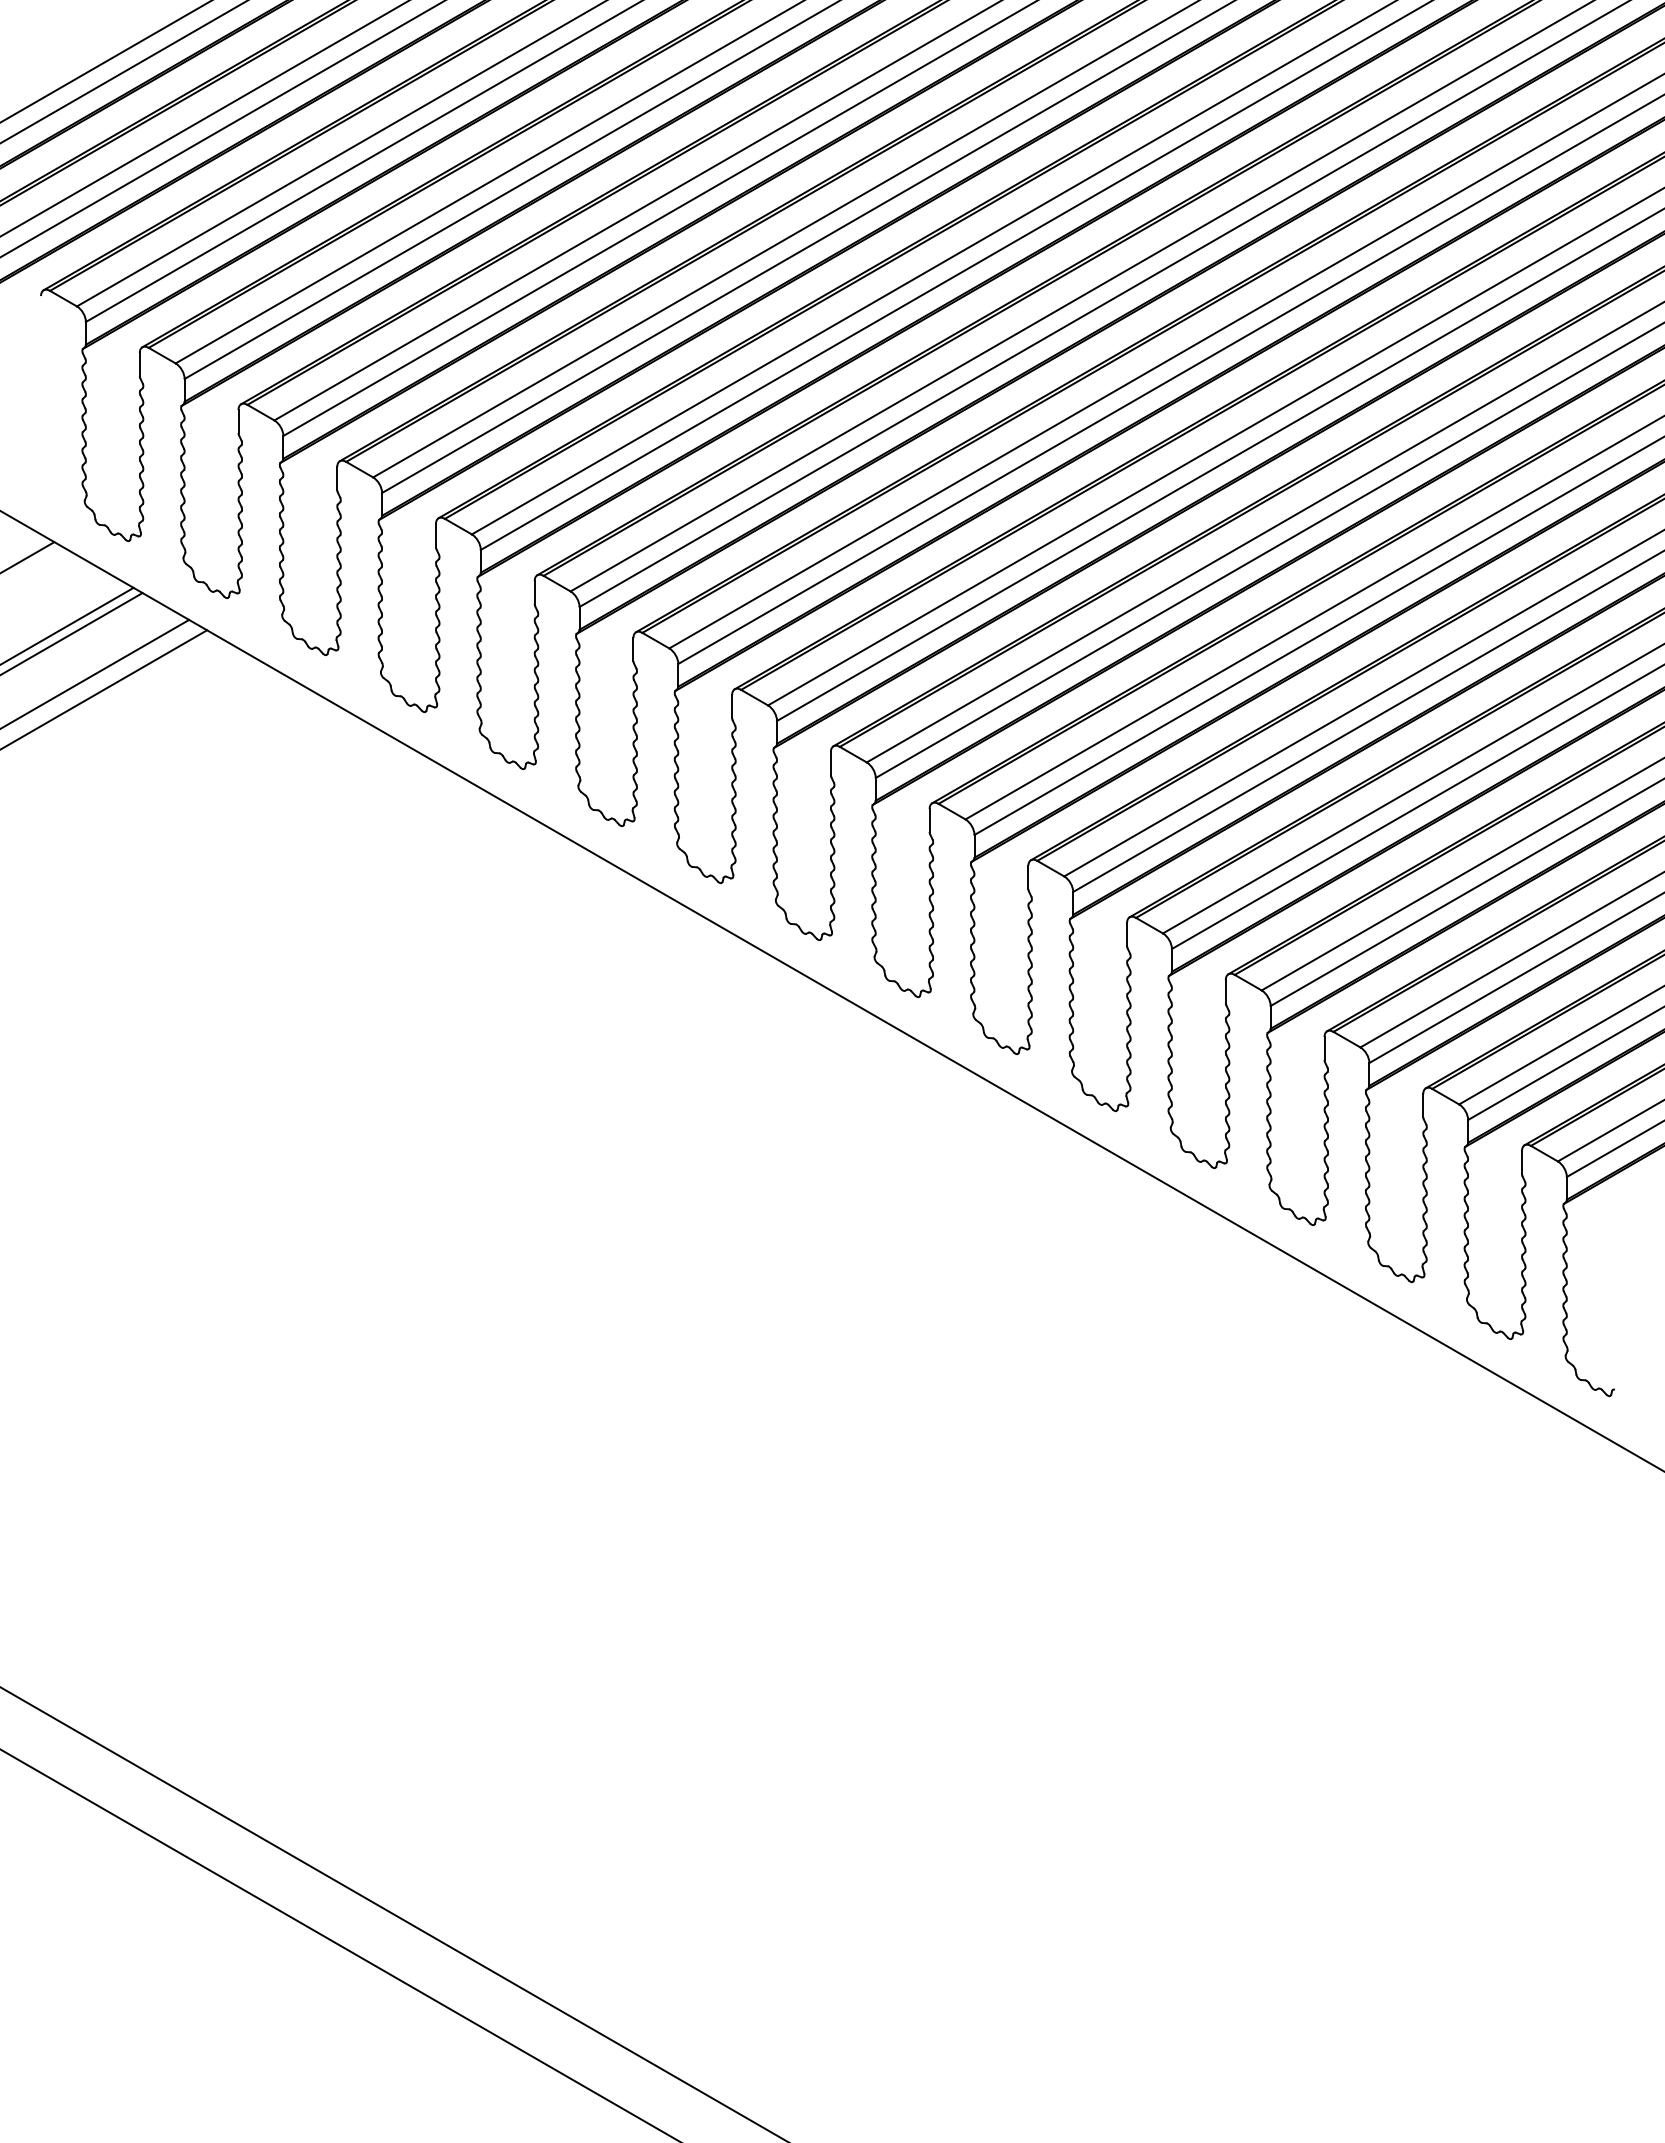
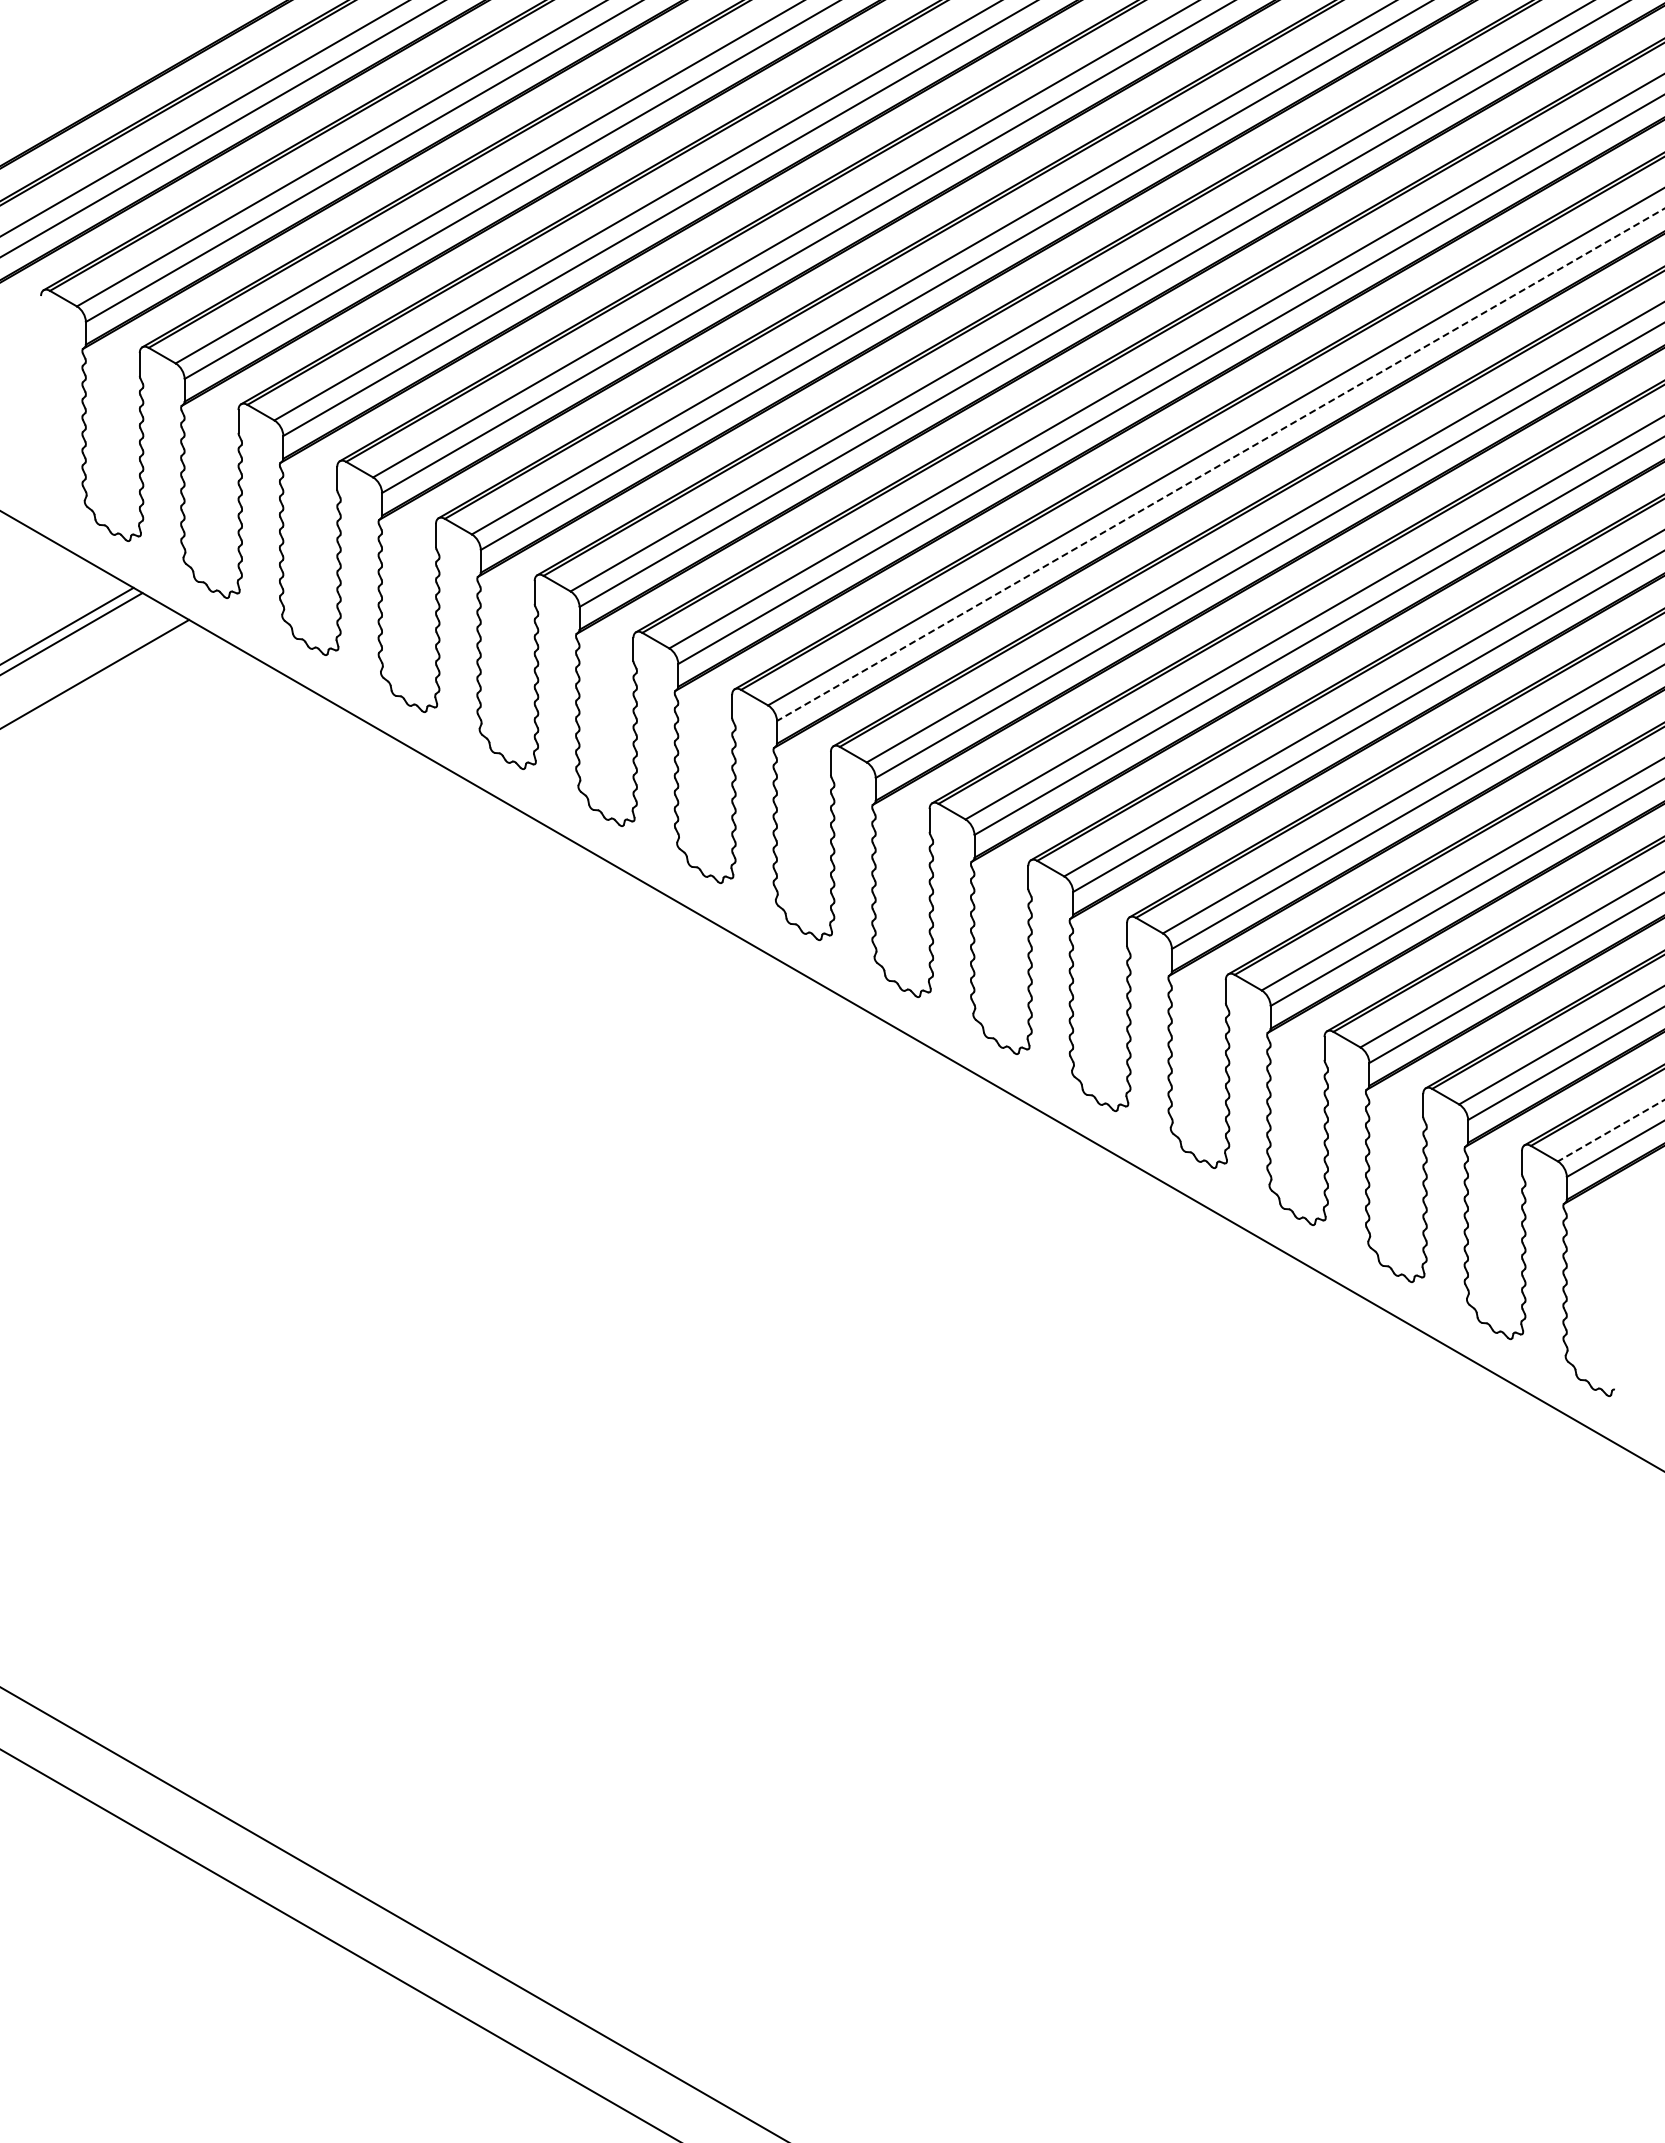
line at (105, 61): present -> none
line at (123, 71): present -> none
line at (1220, 465): solid -> dashed
line at (28, 557): present -> none
line at (104, 689): present -> none
line at (1611, 1130): solid -> dashed
